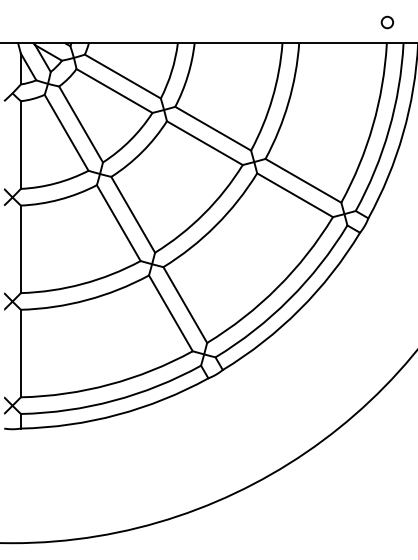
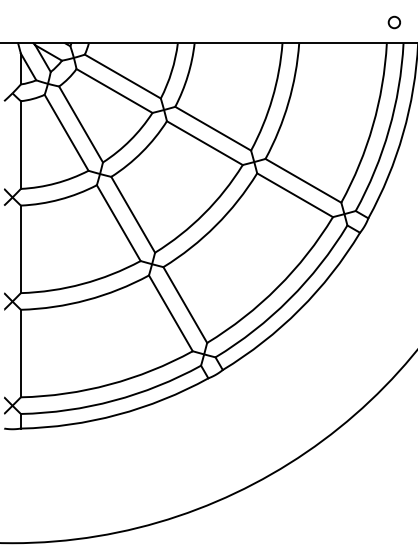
circle at (386, 22) position: (386, 22) -> (393, 22)
